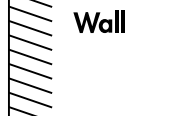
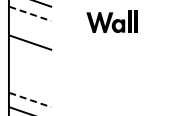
line at (30, 14): solid -> dashed
part at (98, 21) position: (98, 21) -> (111, 21)
line at (30, 28): present -> none
line at (30, 56): present -> none
line at (30, 71): present -> none
line at (30, 85): present -> none
line at (30, 100): solid -> dashed
